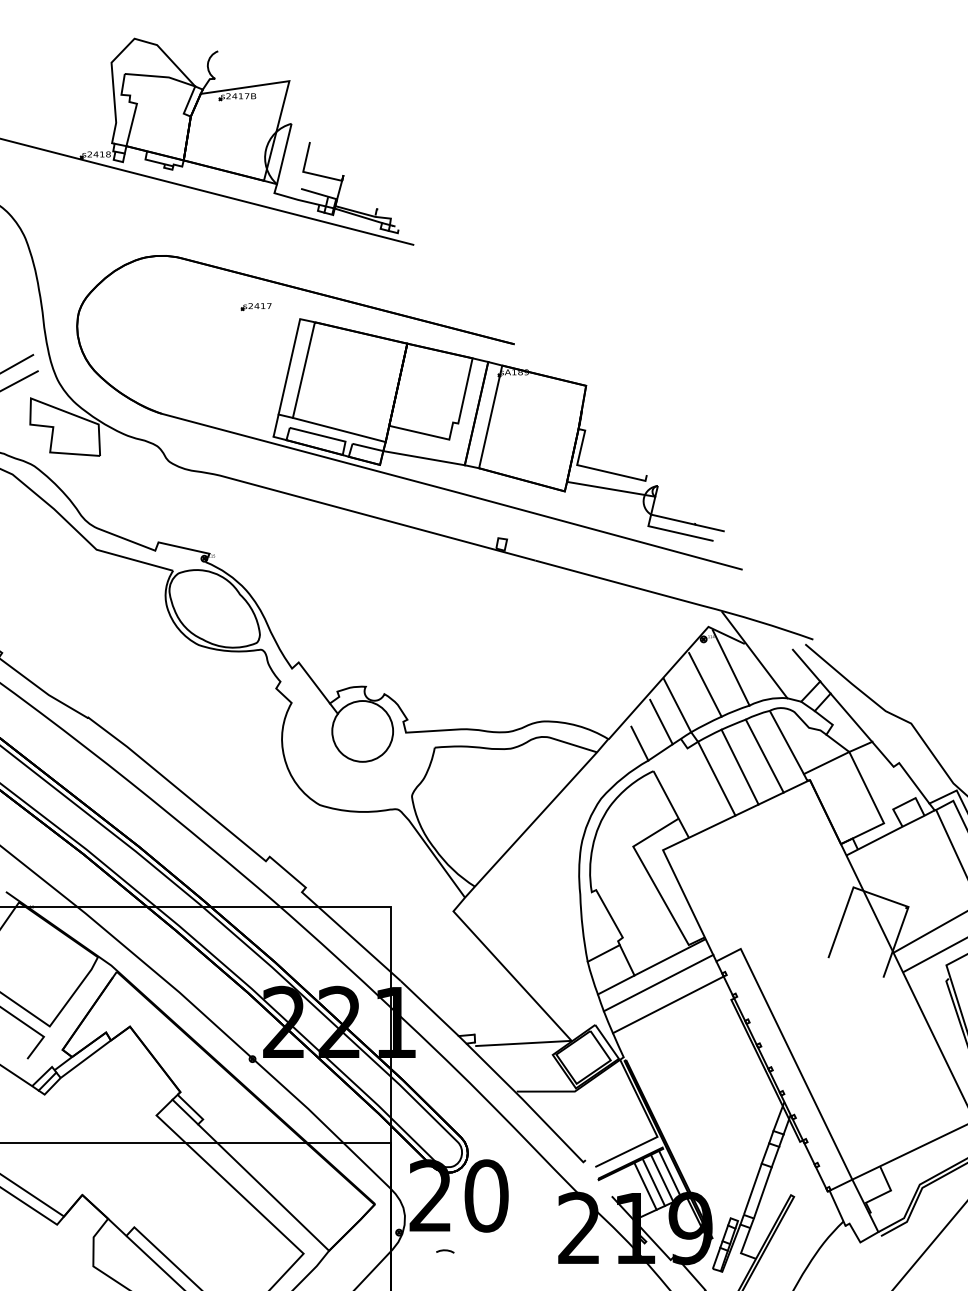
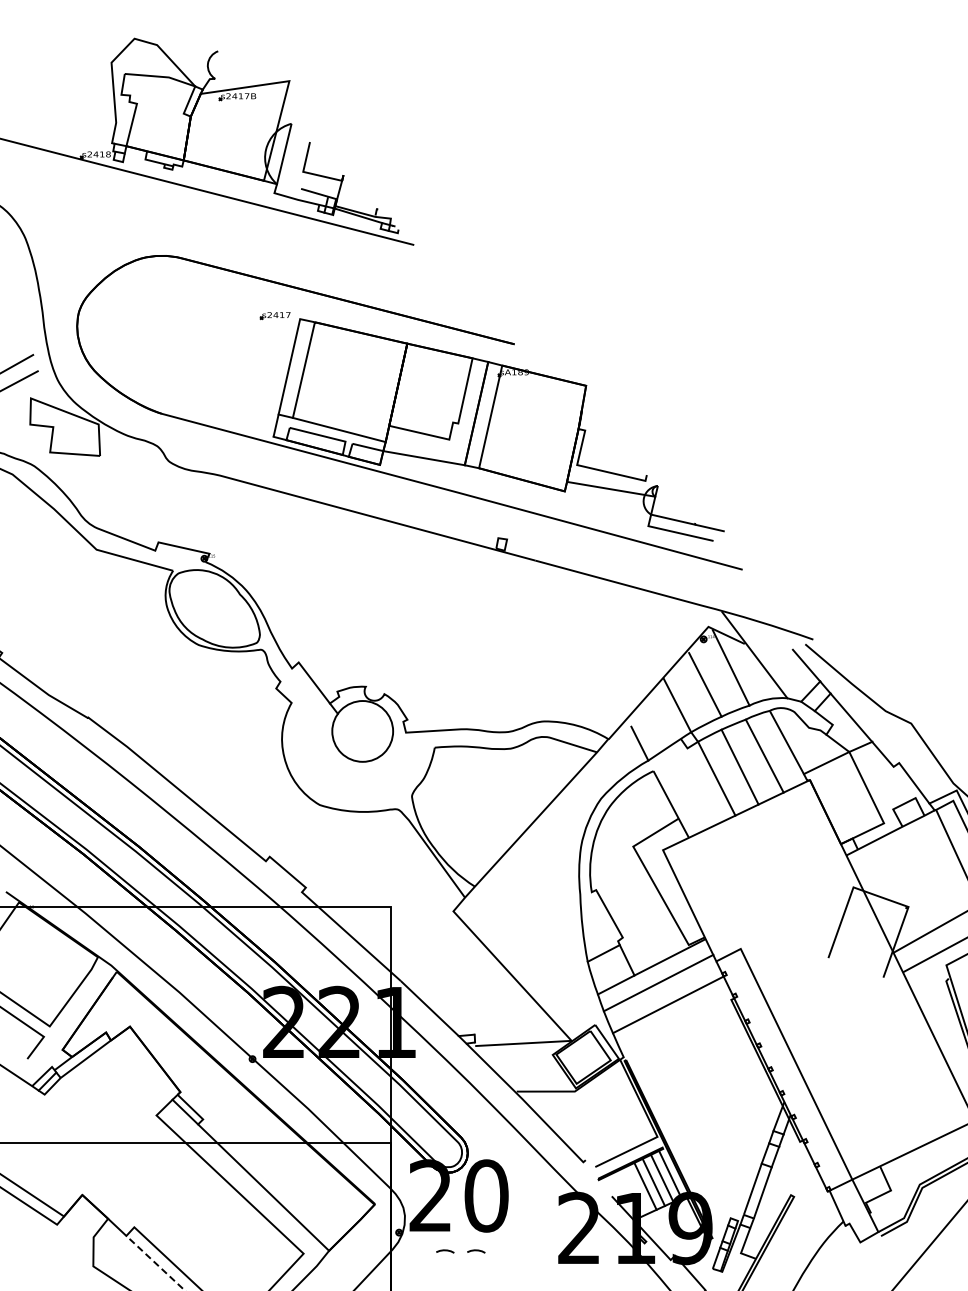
part at (255, 307) position: (255, 307) -> (274, 316)
line at (661, 721): present -> none
curve at (476, 1251): none -> present
line at (155, 1263): solid -> dashed
